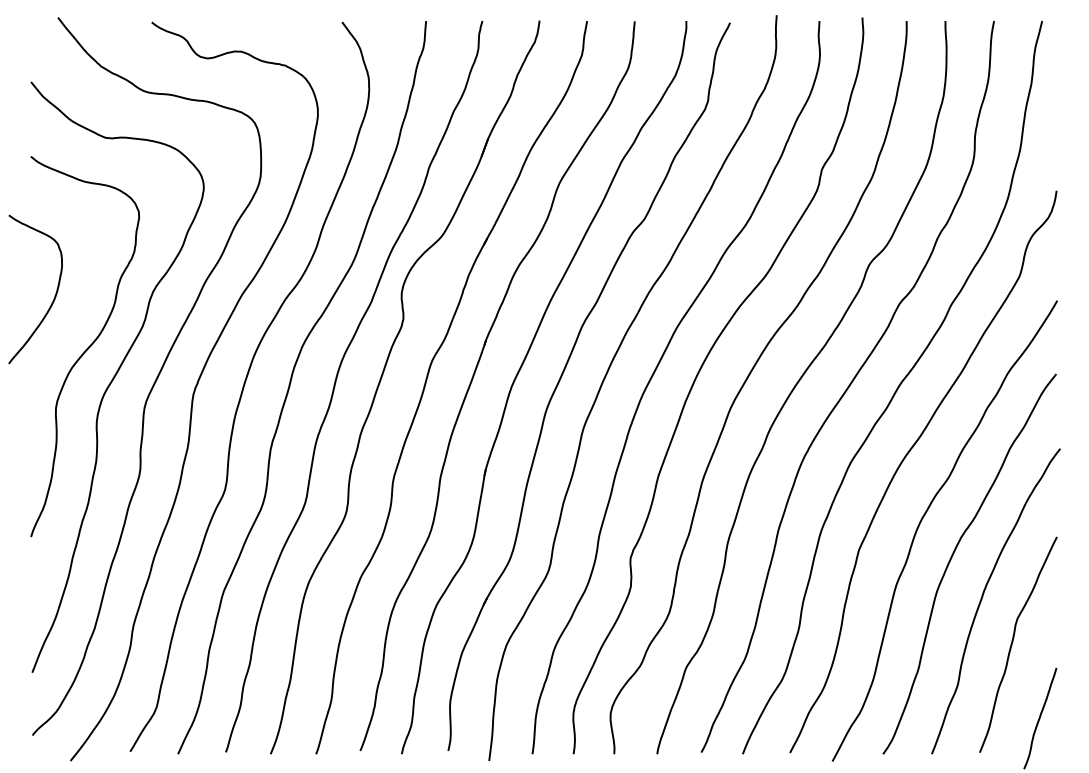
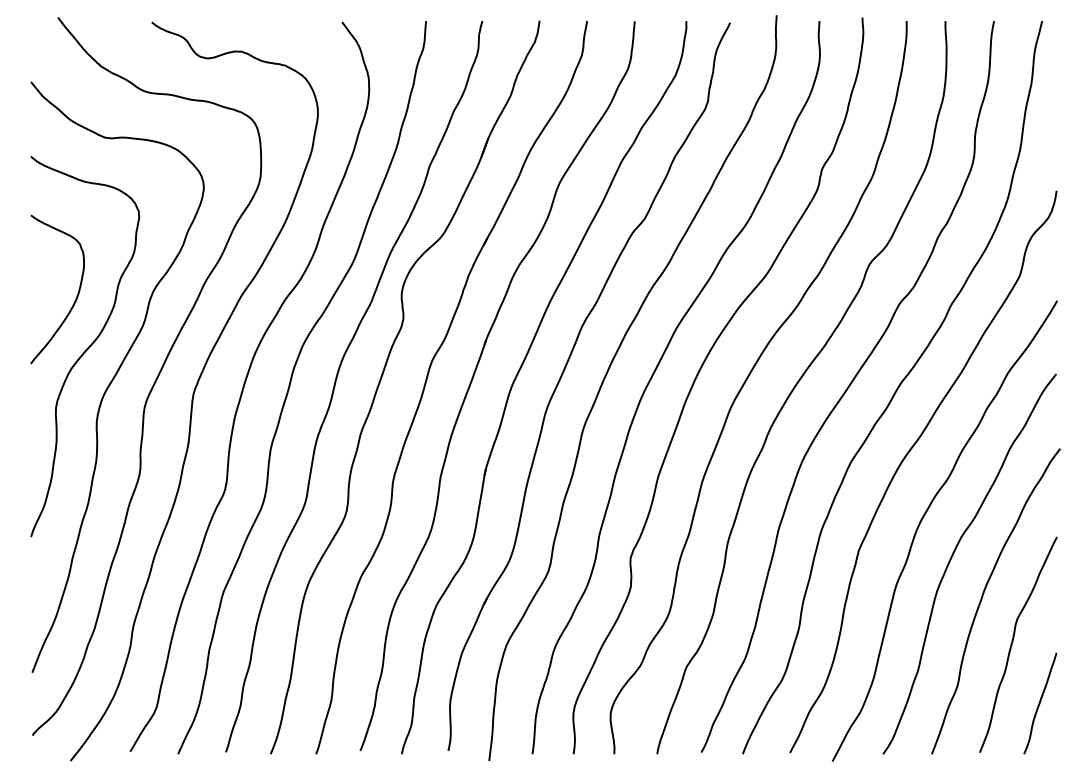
curve at (54, 295) position: (54, 295) -> (76, 295)
curve at (1040, 718) position: (1040, 718) -> (1040, 703)
